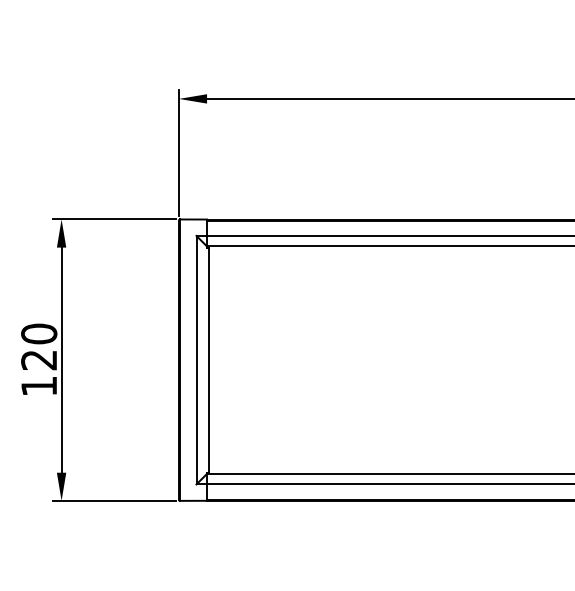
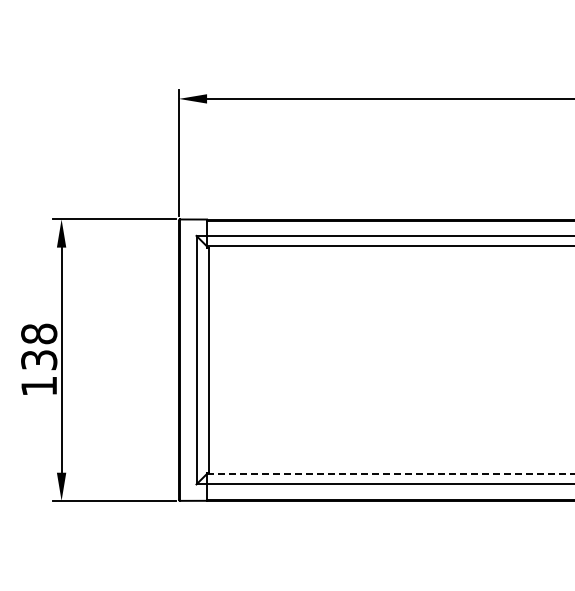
text at (39, 346): 120 -> 138
line at (391, 473): solid -> dashed
